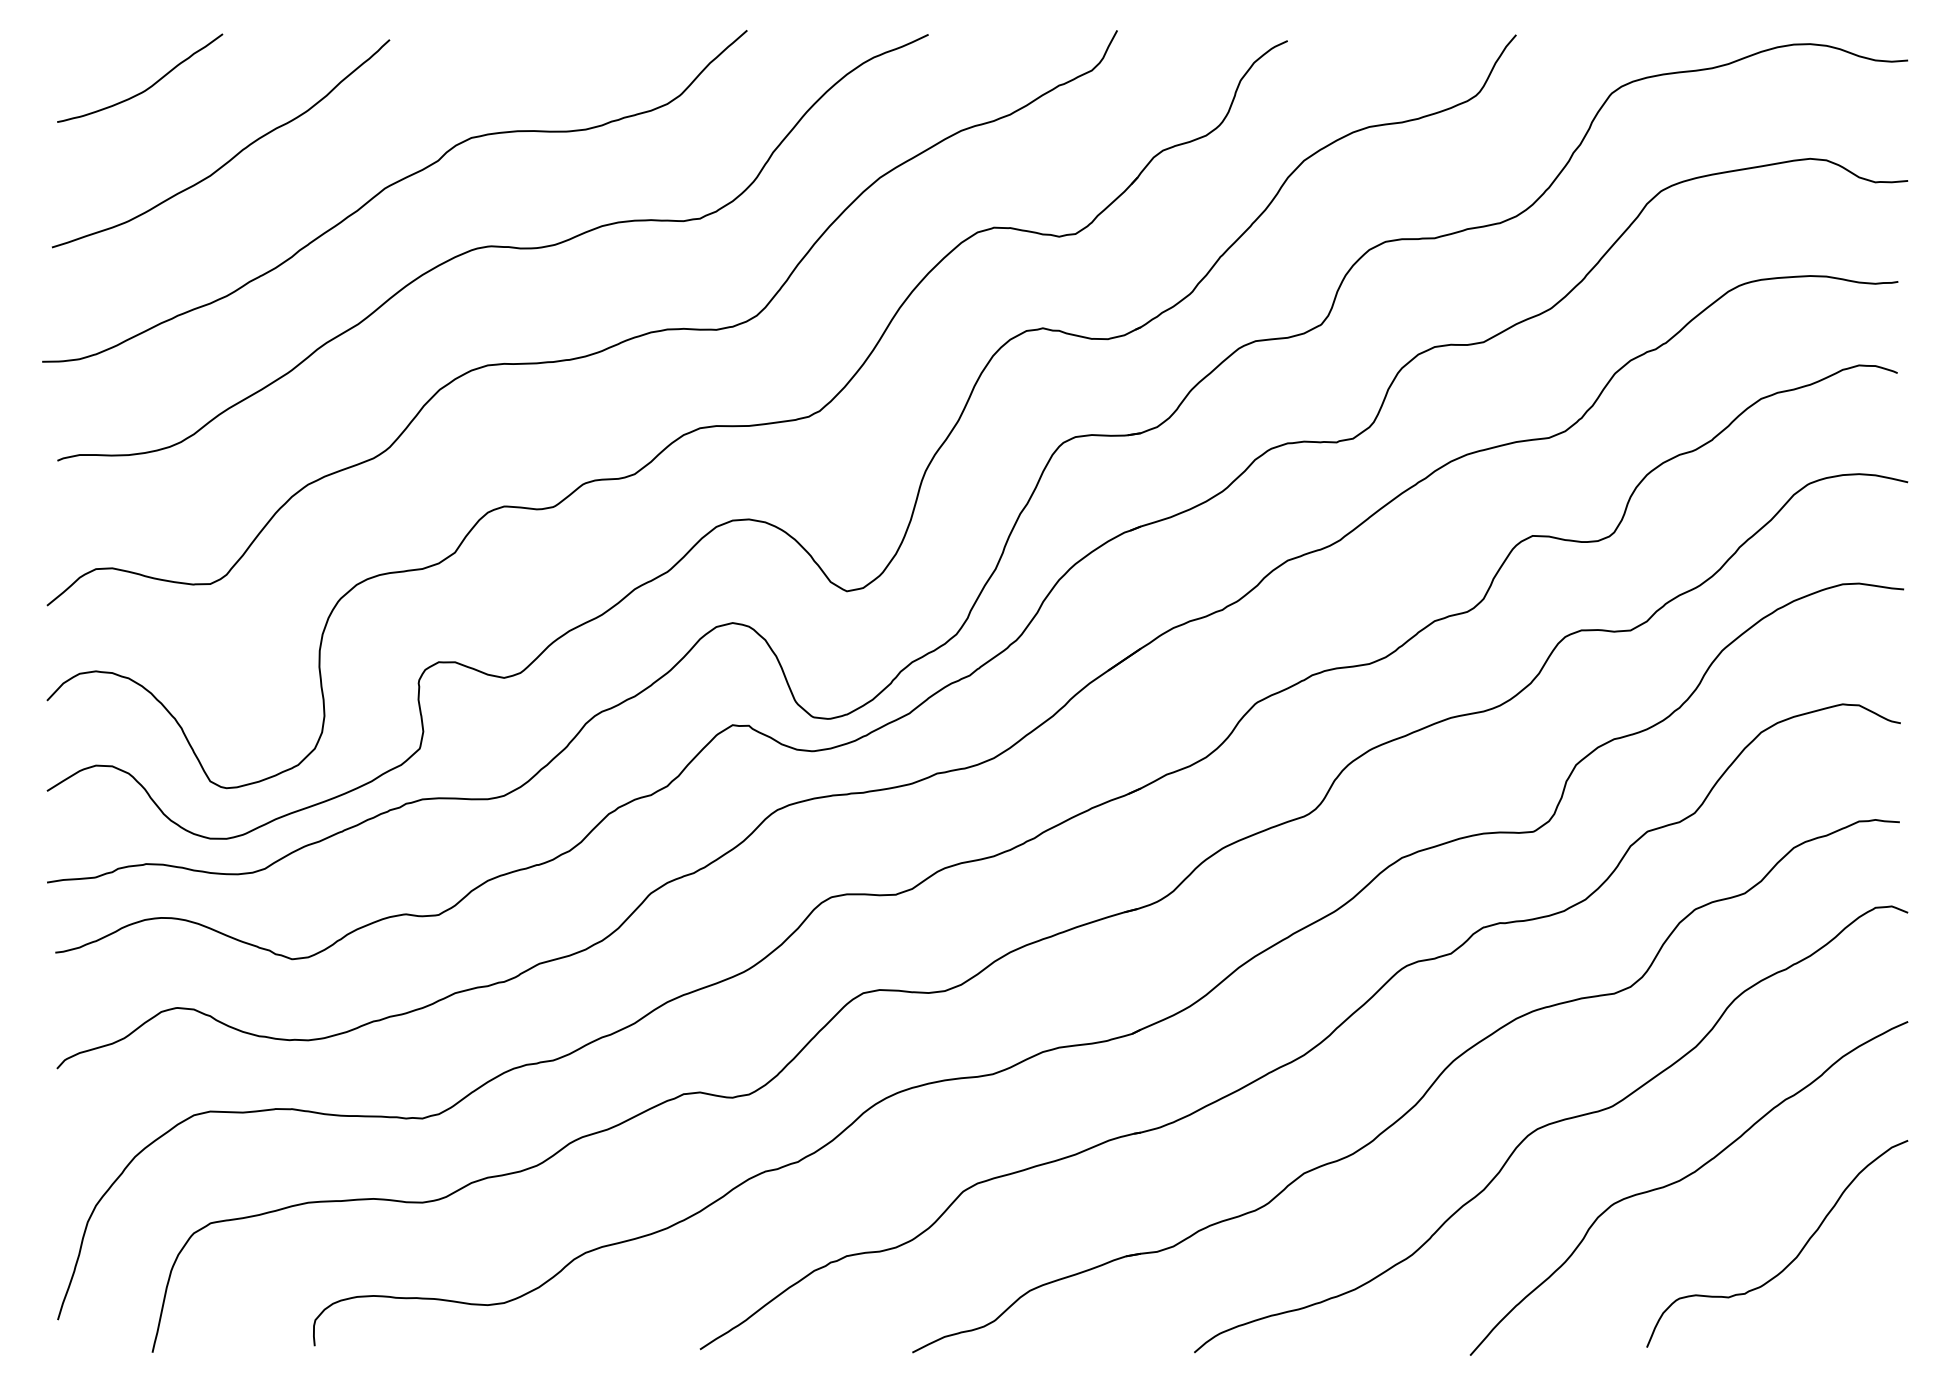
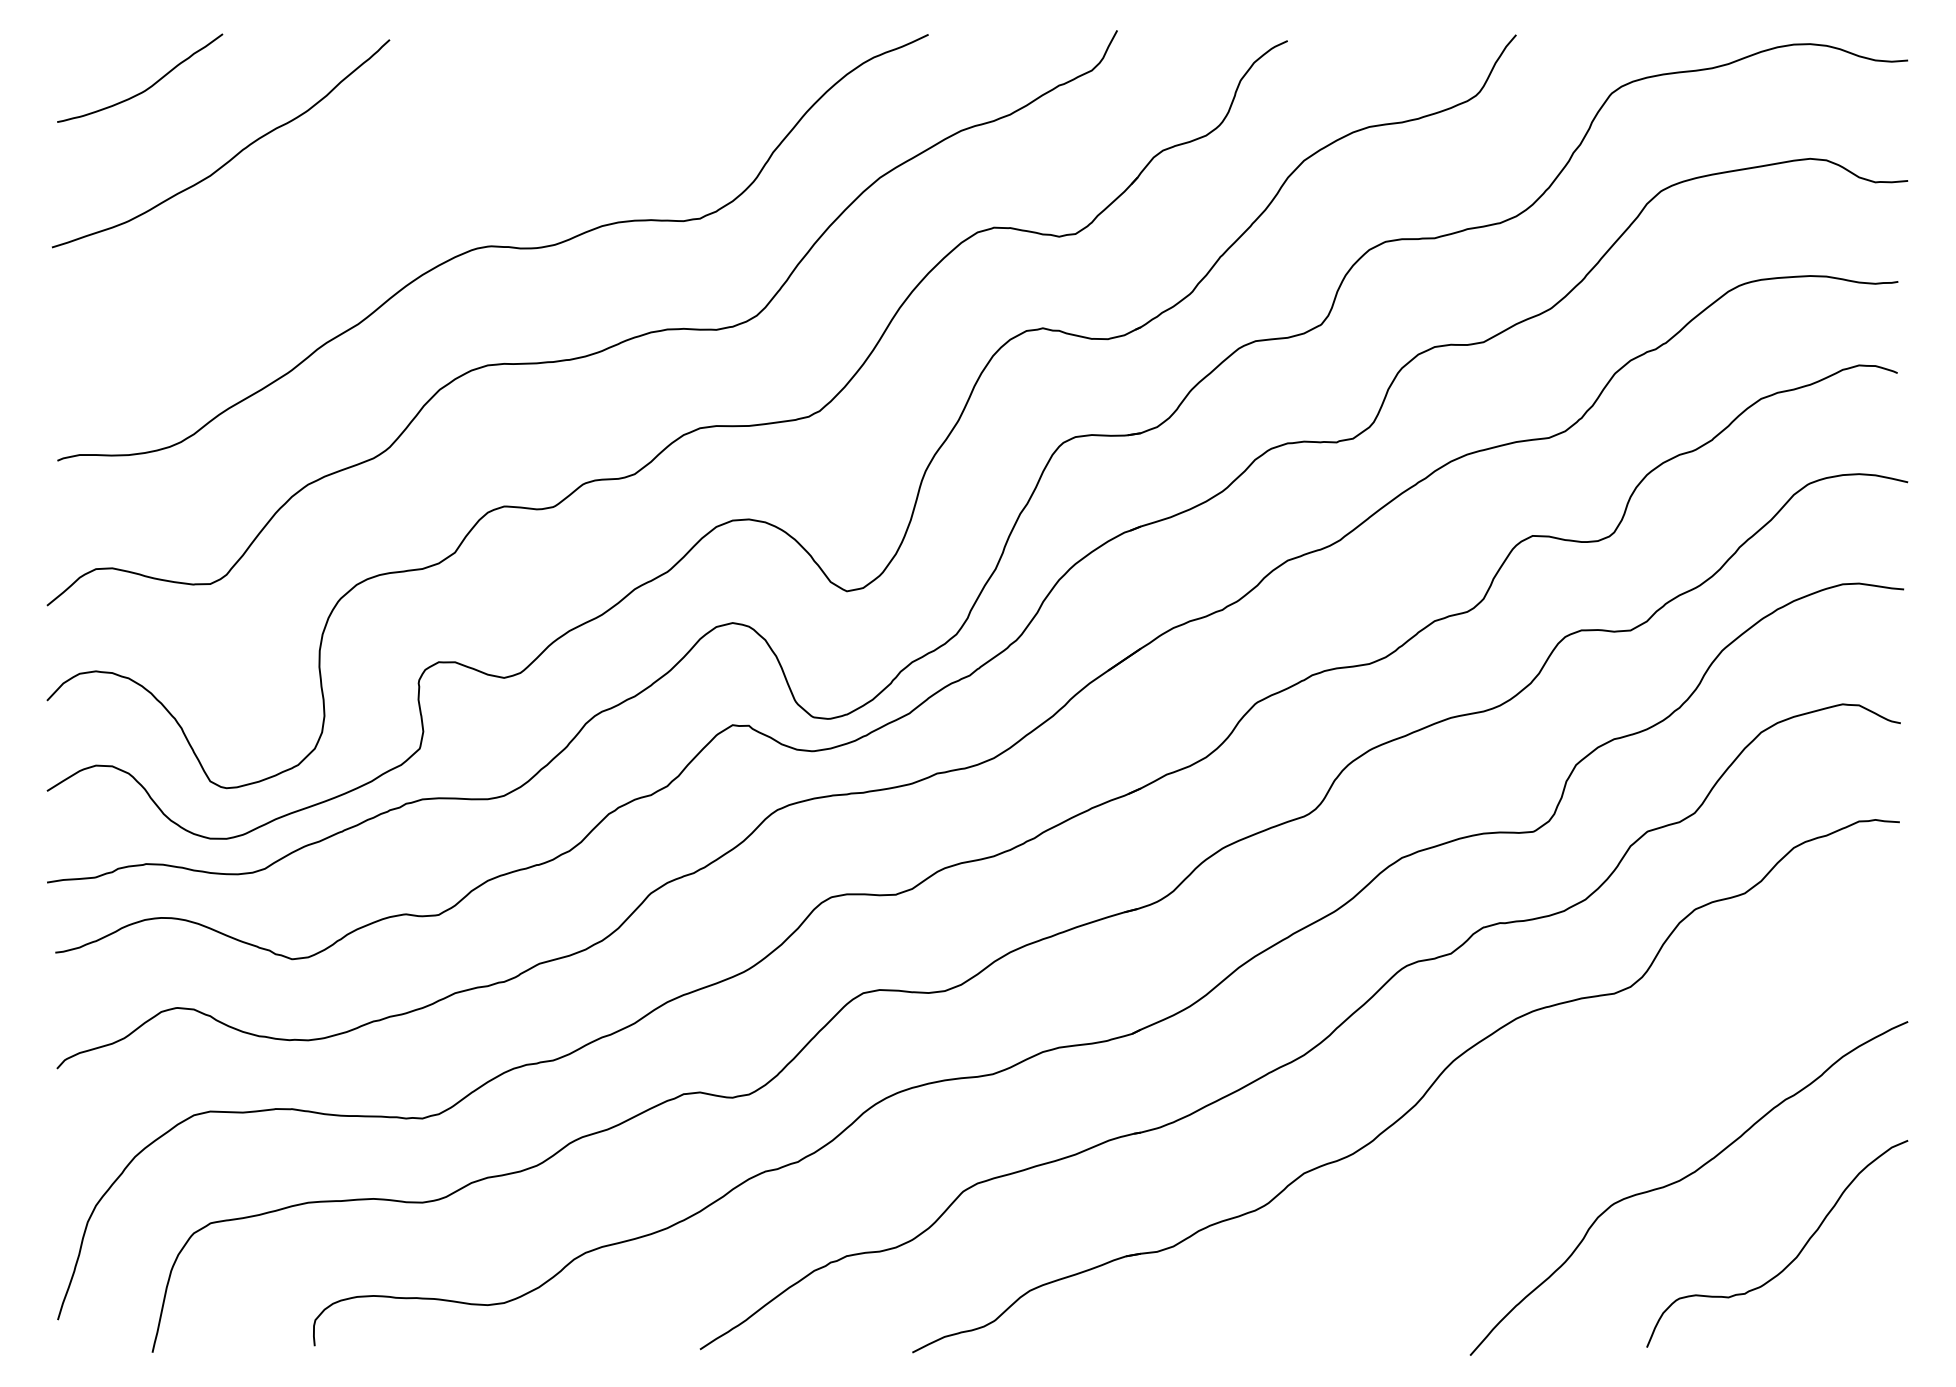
curve at (387, 188): present -> none
curve at (1549, 1125): present -> none
